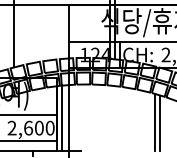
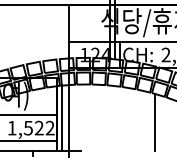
line at (14, 34): present -> none
line at (160, 122): present -> none
text at (30, 127): 2,600 -> 1,522
